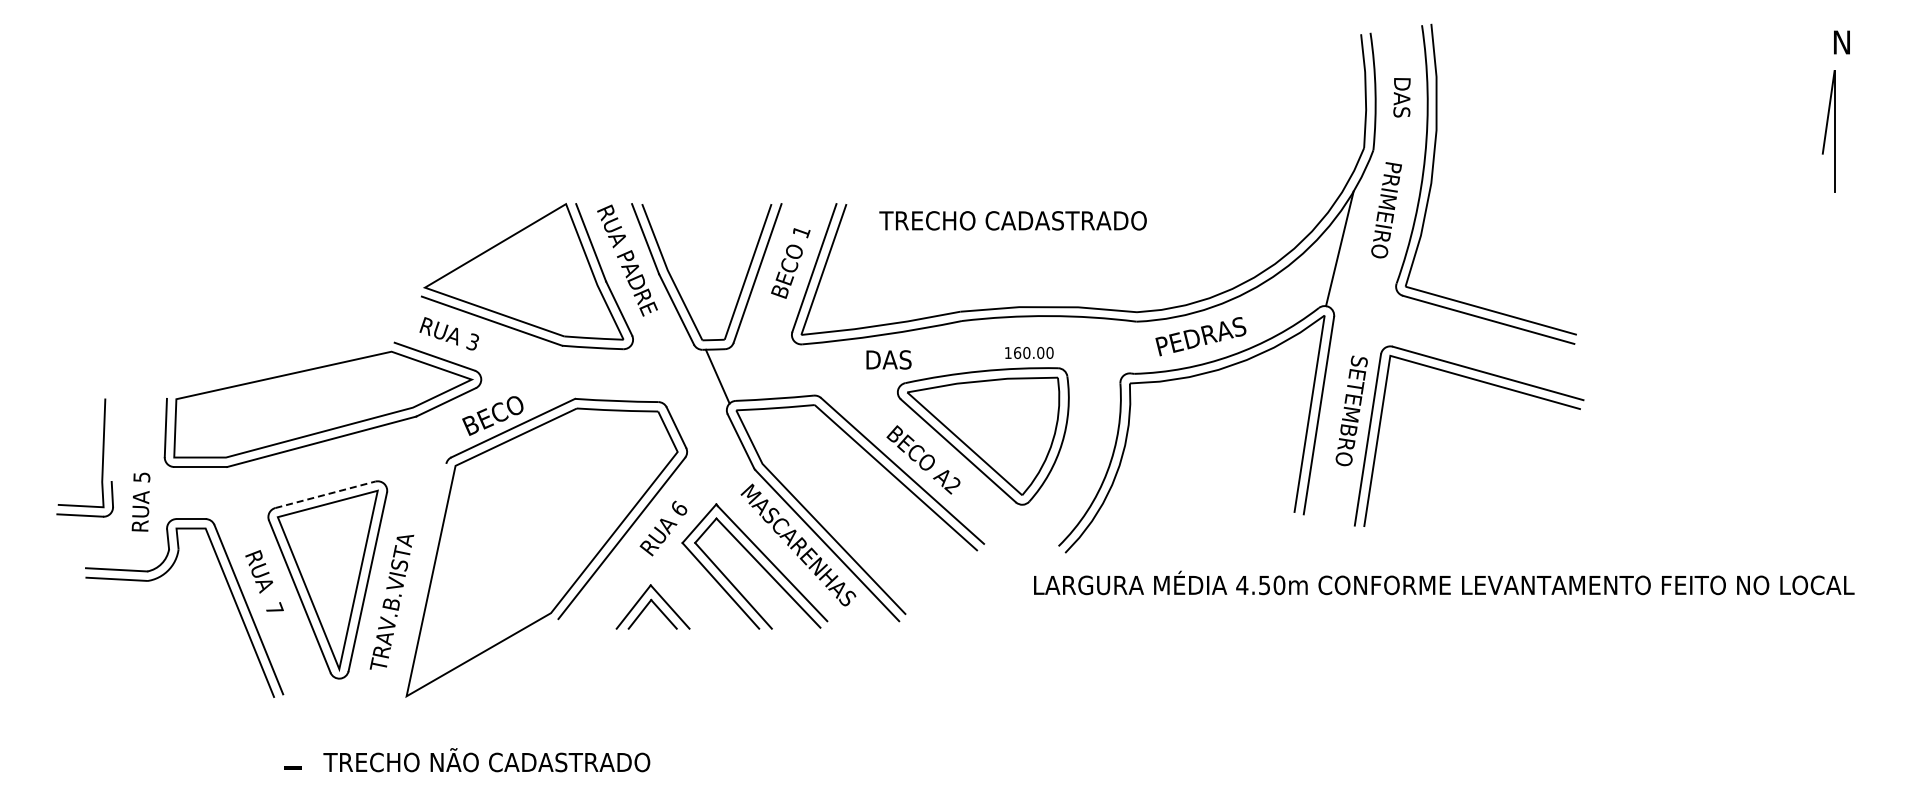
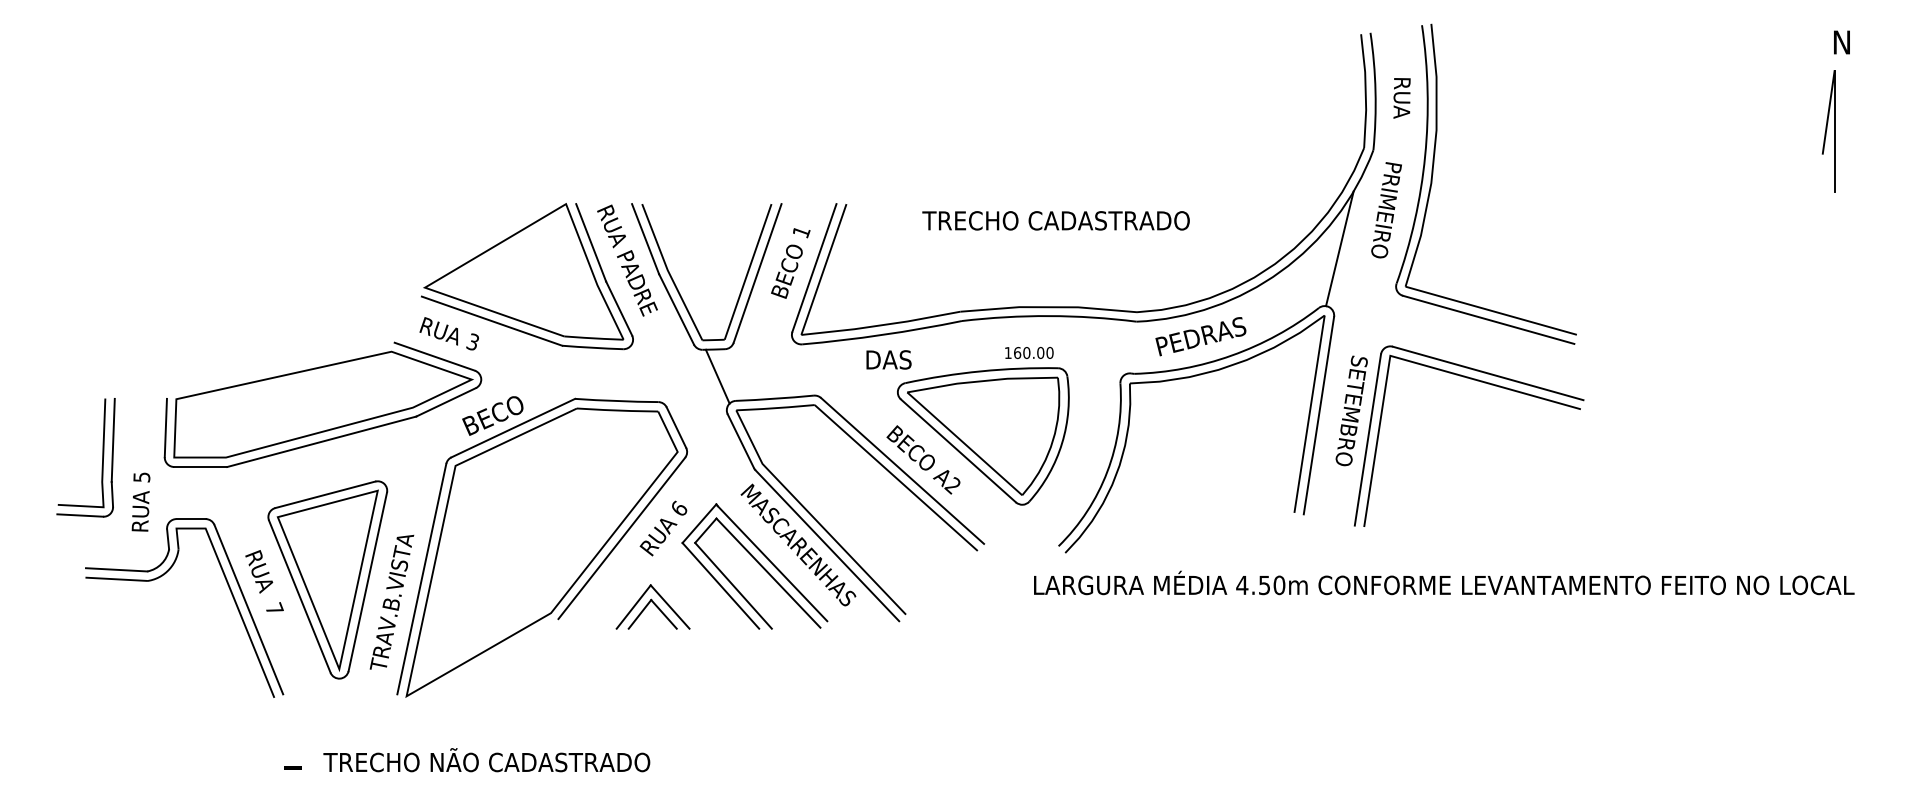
text at (1401, 99): DAS -> RUA
text at (1012, 220) position: (1012, 220) -> (1055, 220)
line at (112, 440): none -> present
line at (325, 494): dashed -> solid
line at (421, 578): none -> present
